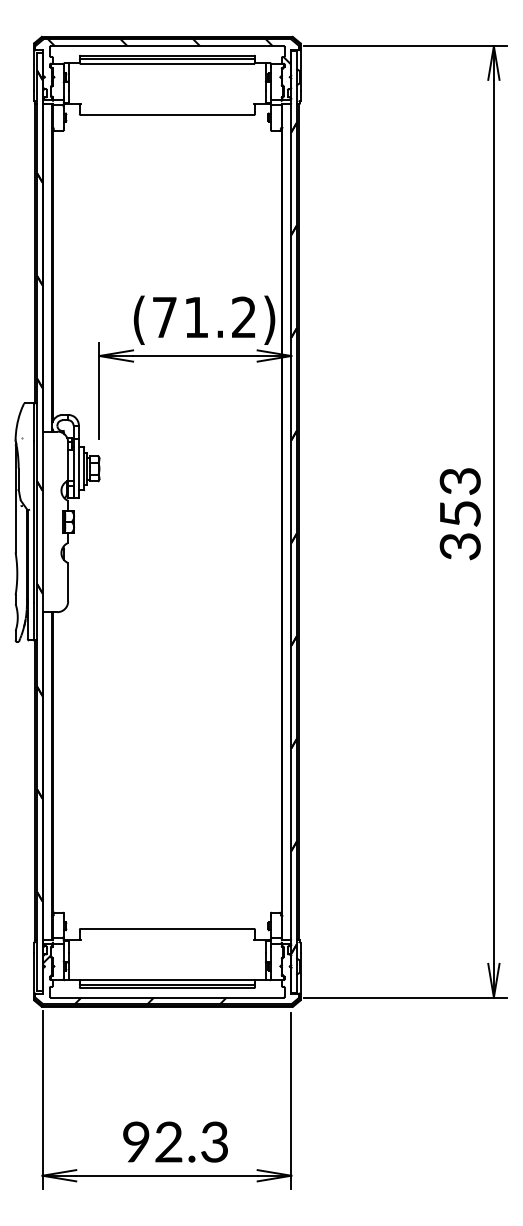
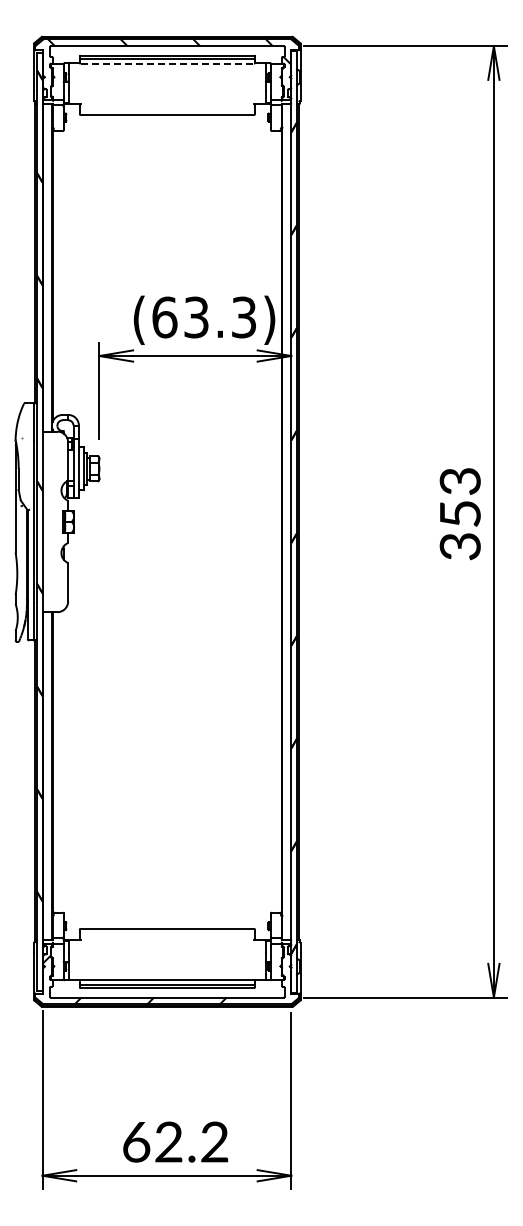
line at (167, 63): solid -> dashed
text at (203, 317): (71.2) -> (63.3)
text at (175, 1141): 92.3 -> 62.2
